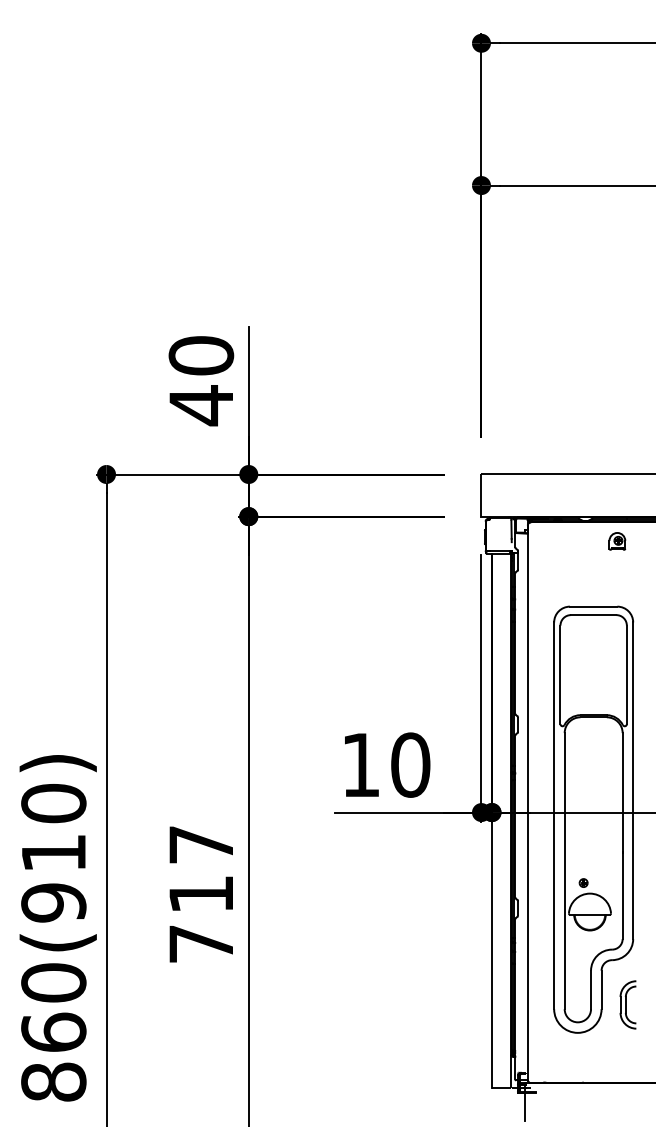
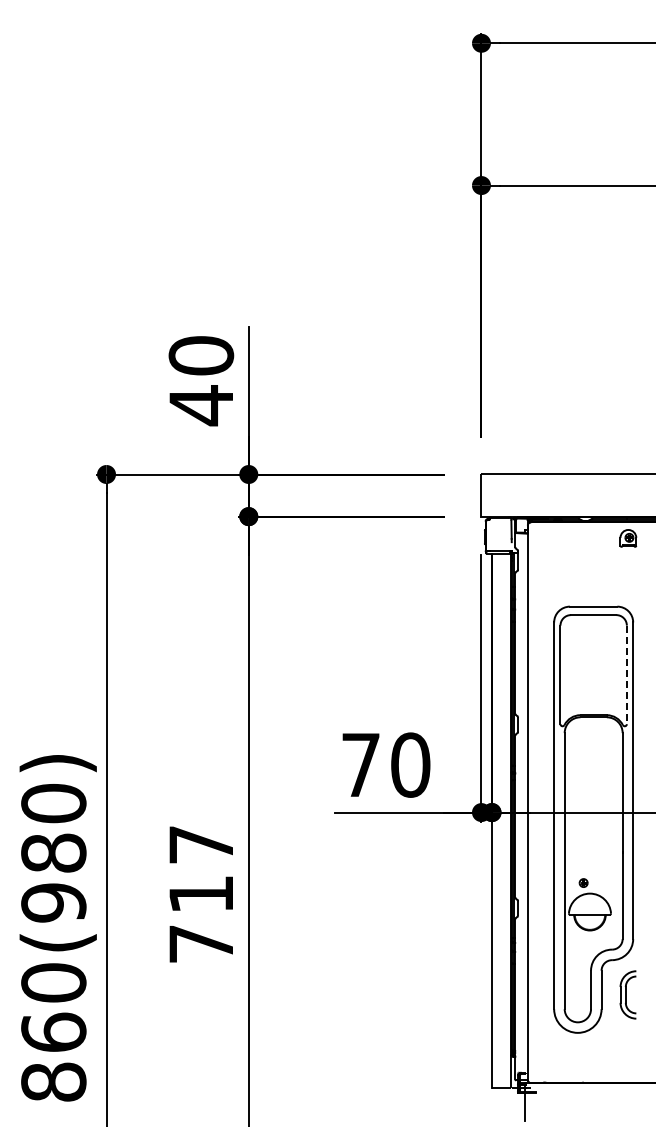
part at (617, 541) position: (617, 541) -> (628, 538)
line at (626, 675): solid -> dashed
text at (360, 764): 10 -> 70
text at (53, 852): 860(910) -> 860(980)
part at (627, 1004) position: (627, 1004) -> (627, 994)
